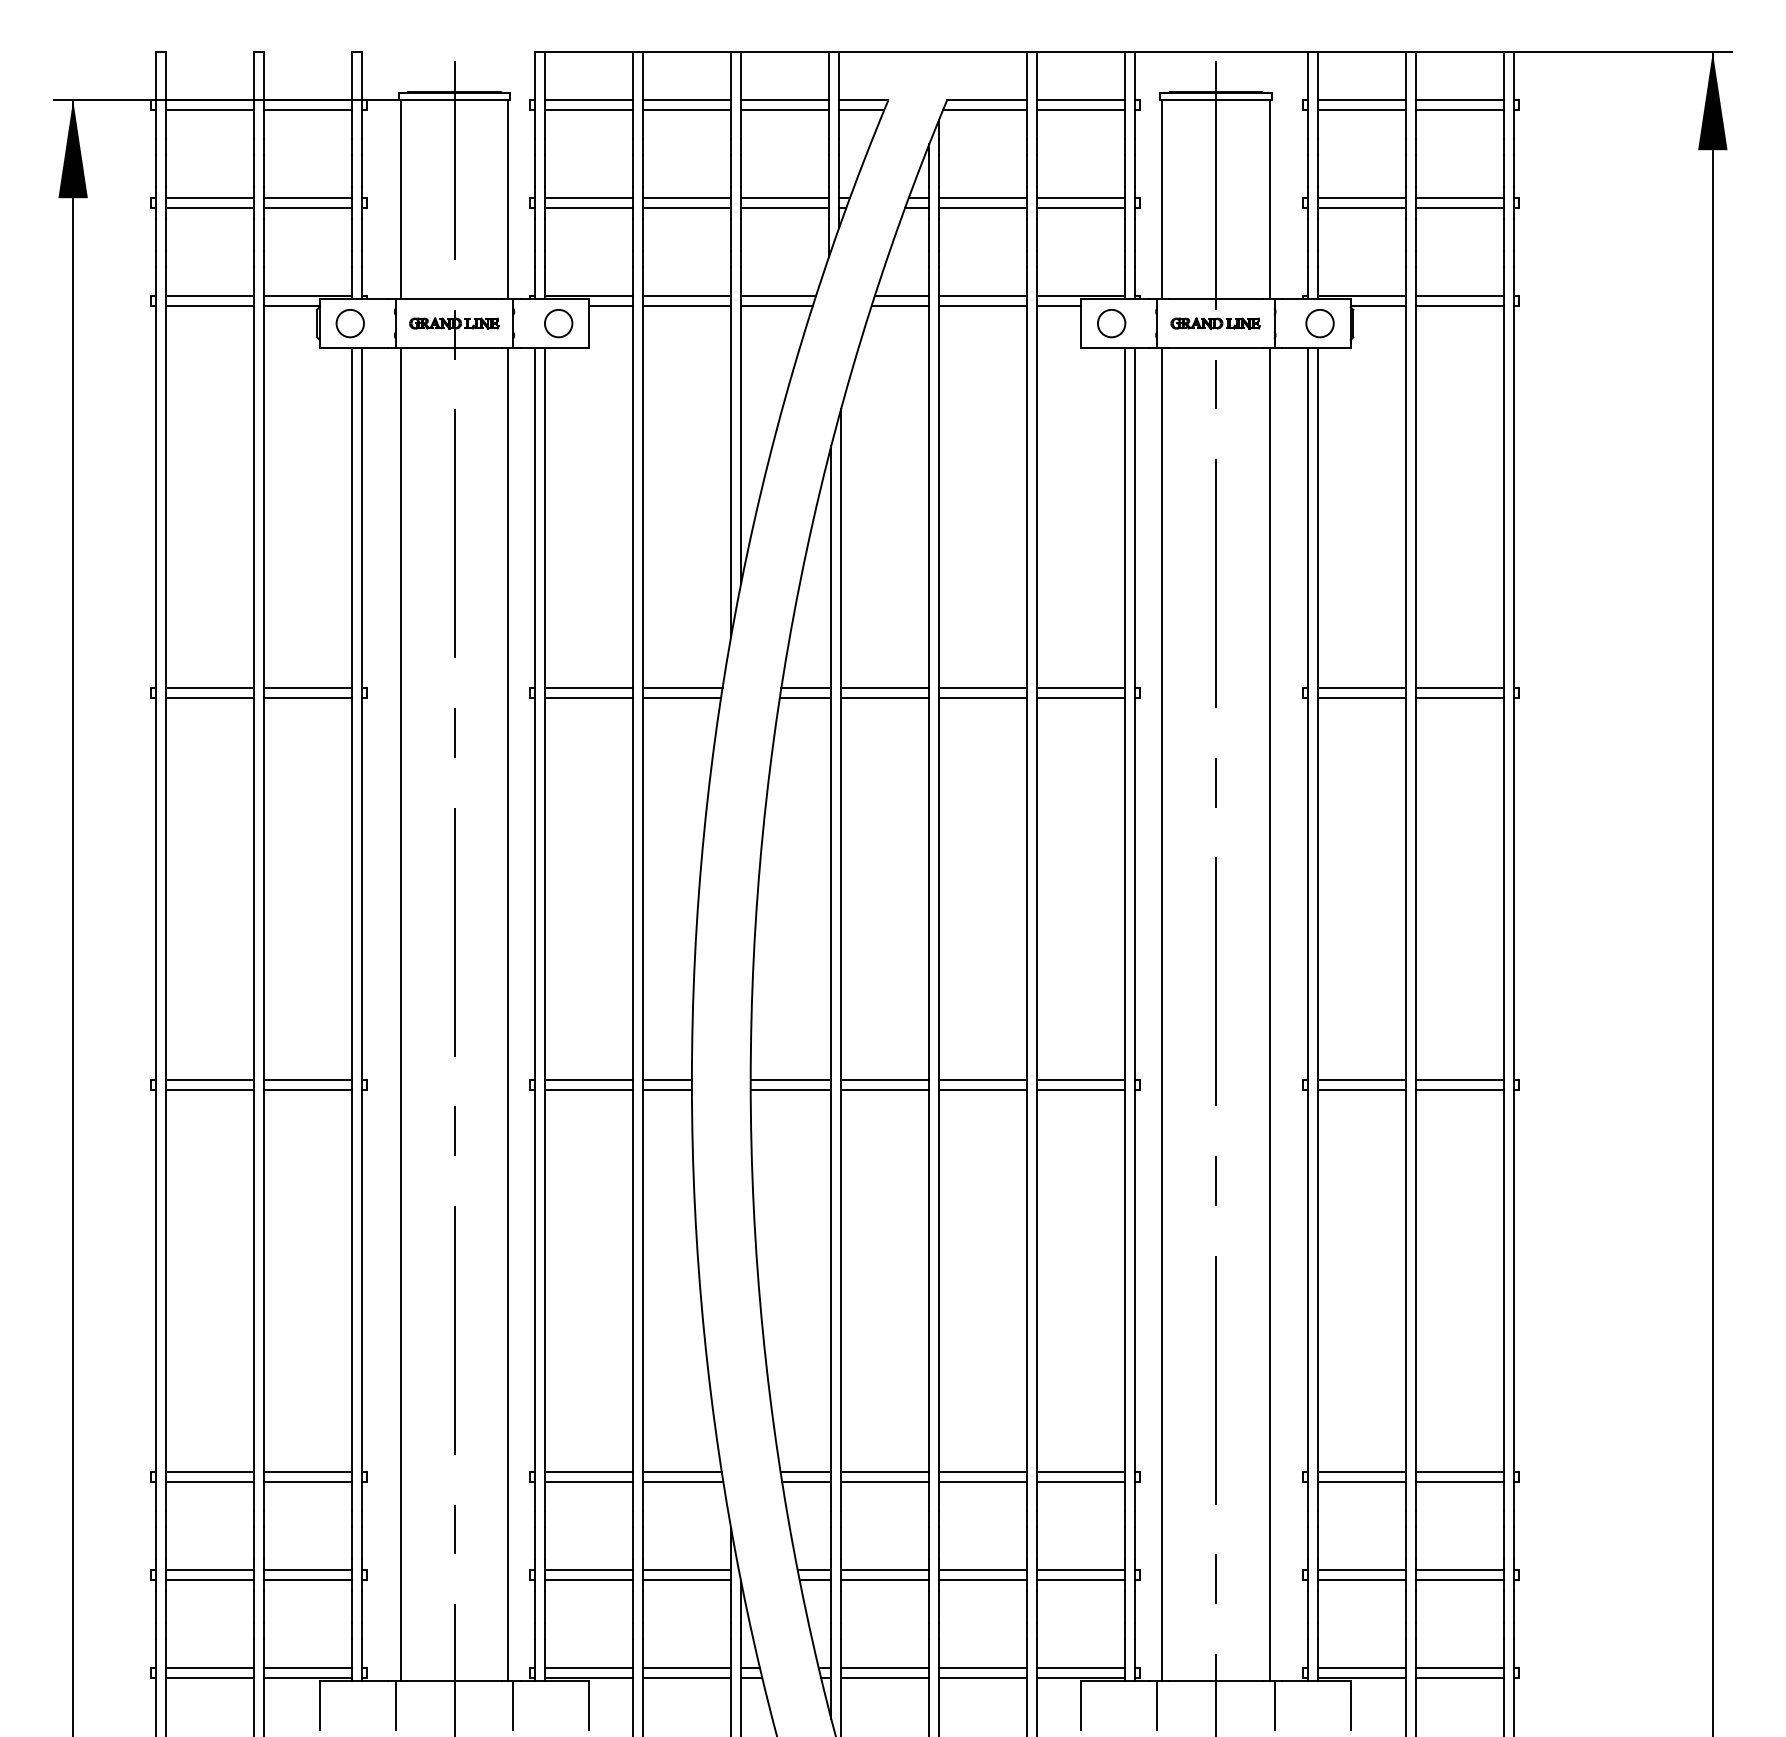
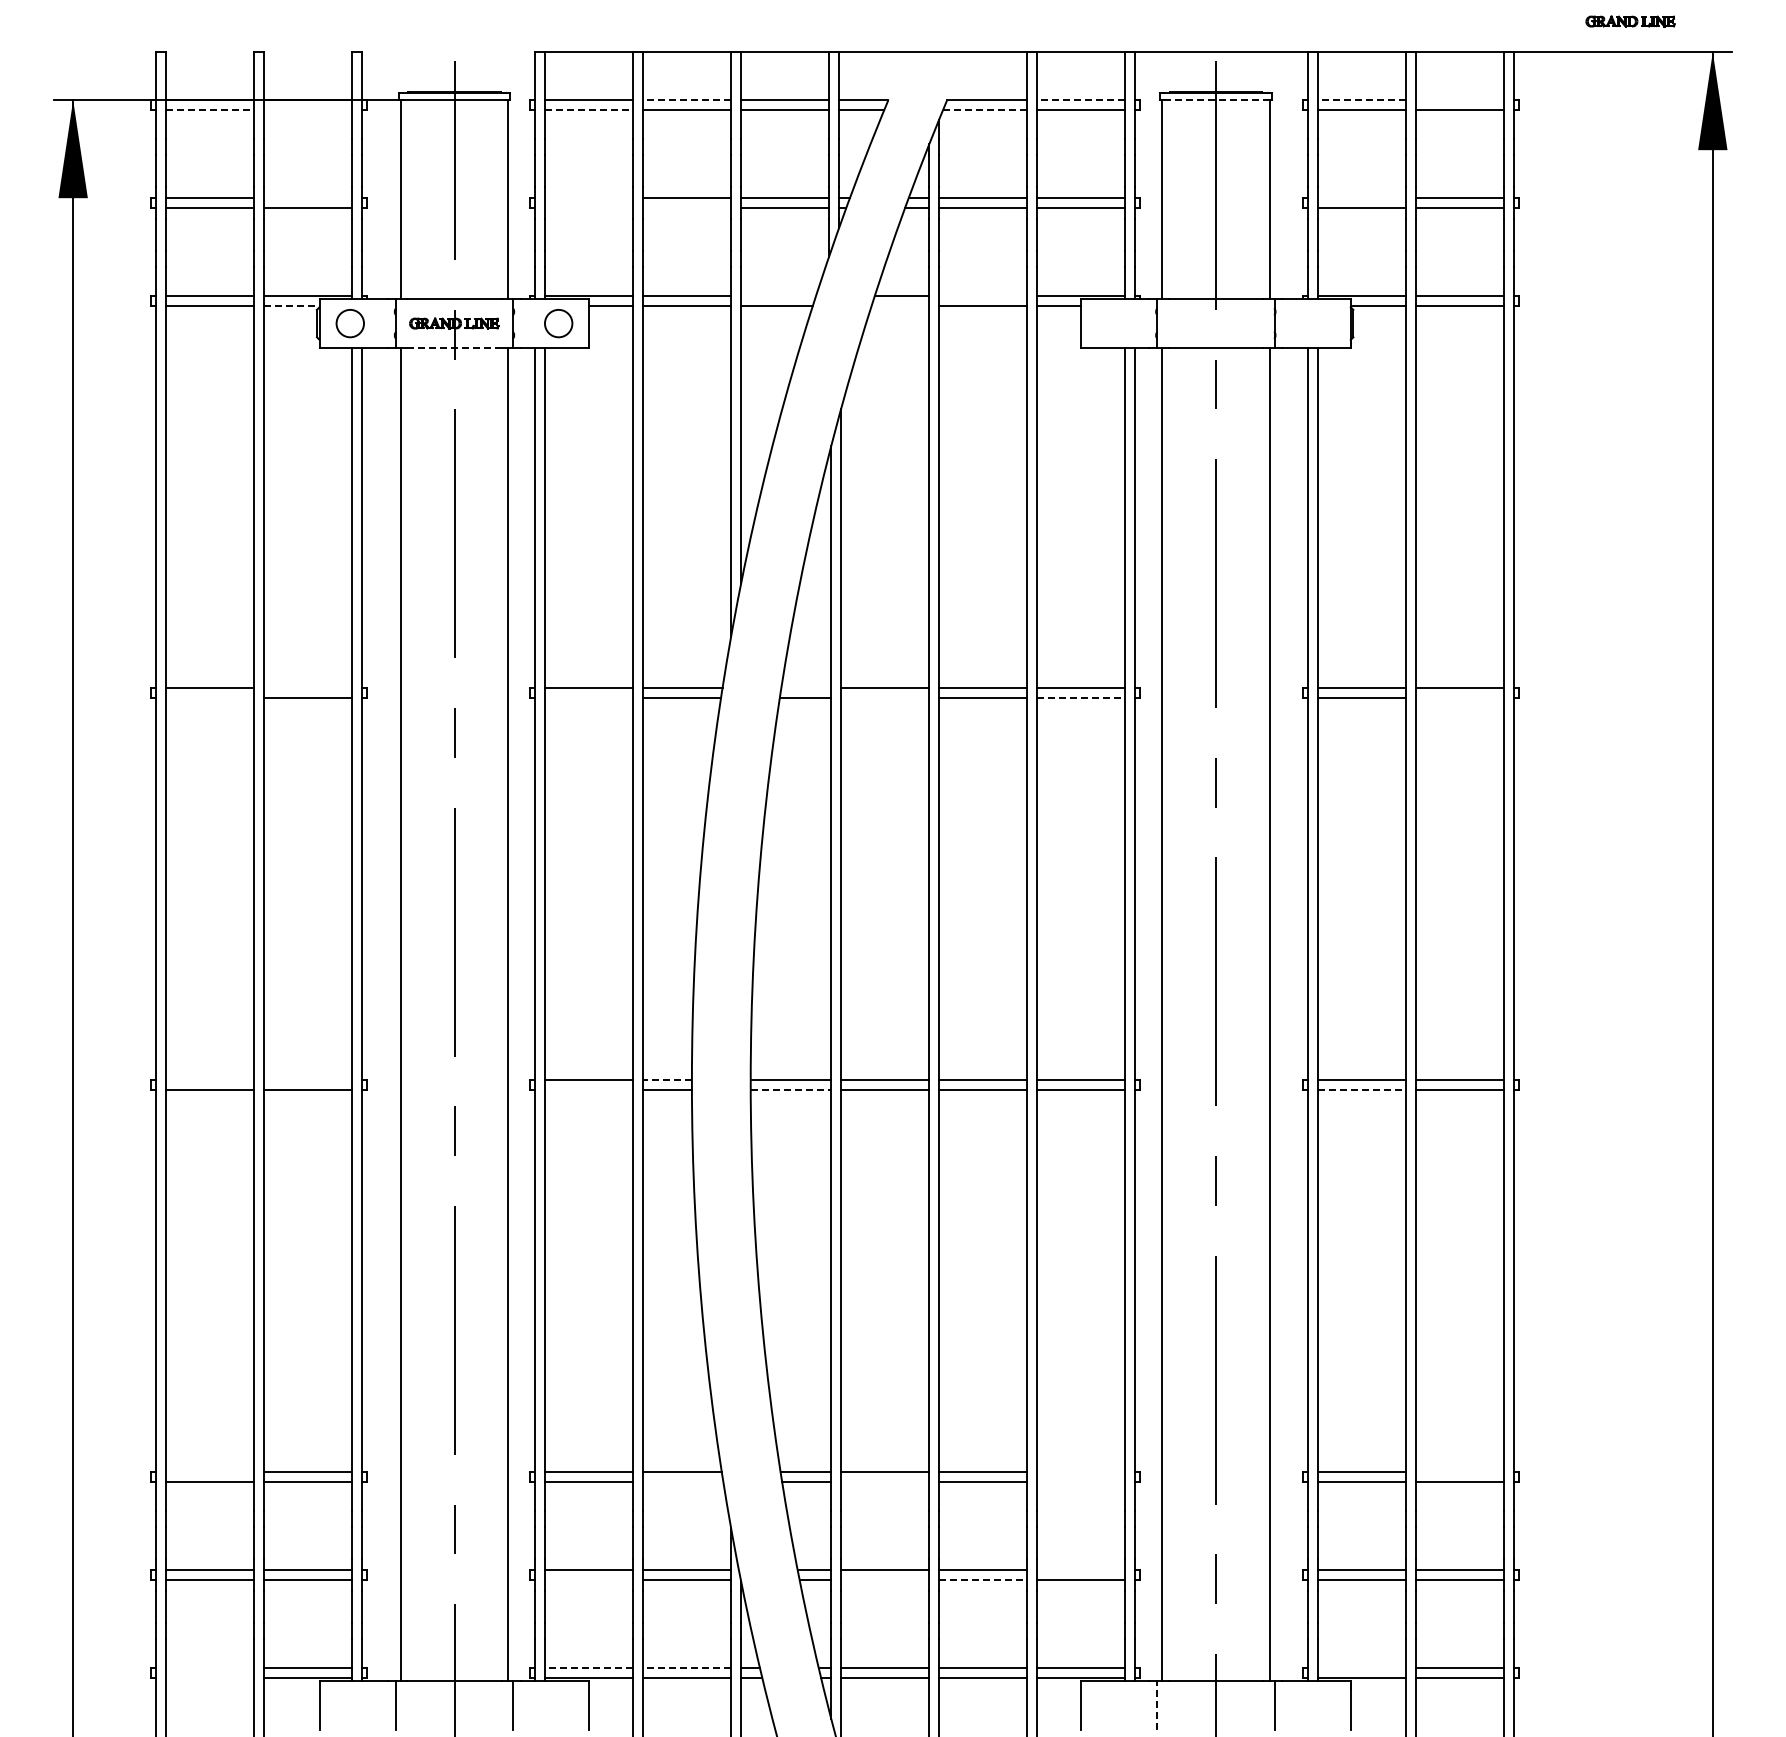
line at (686, 100): solid -> dashed
line at (1080, 100): solid -> dashed
line at (1215, 100): solid -> dashed
line at (1361, 100): solid -> dashed
line at (1460, 100): present -> none
line at (210, 109): solid -> dashed
line at (308, 109): present -> none
line at (589, 109): solid -> dashed
line at (985, 109): solid -> dashed
line at (308, 198): present -> none
line at (588, 198): present -> none
line at (1362, 198): present -> none
line at (588, 207): present -> none
line at (686, 207): present -> none
line at (777, 296): present -> none
line at (983, 296): present -> none
line at (291, 305): solid -> dashed
line at (900, 305): present -> none
circle at (1111, 323): present -> none
part at (1215, 323) position: (1215, 323) -> (1630, 21)
circle at (1319, 323): present -> none
line at (454, 348): solid -> dashed
line at (308, 688): present -> none
line at (806, 688): present -> none
line at (210, 697): present -> none
line at (588, 697): present -> none
line at (885, 697): present -> none
line at (1081, 697): solid -> dashed
line at (1460, 697): present -> none
line at (210, 1080): present -> none
line at (308, 1080): present -> none
line at (666, 1080): solid -> dashed
line at (588, 1089): present -> none
line at (791, 1089): solid -> dashed
line at (1362, 1089): solid -> dashed
line at (210, 1472): present -> none
line at (1081, 1472): present -> none
line at (1460, 1472): present -> none
line at (682, 1481): present -> none
line at (885, 1481): present -> none
line at (1081, 1481): present -> none
line at (1081, 1569): present -> none
line at (588, 1579): present -> none
line at (885, 1579): present -> none
line at (983, 1579): solid -> dashed
line at (210, 1667): present -> none
line at (588, 1667): solid -> dashed
line at (686, 1667): solid -> dashed
line at (1362, 1667): present -> none
line at (210, 1677): present -> none
line at (1157, 1704): solid -> dashed
